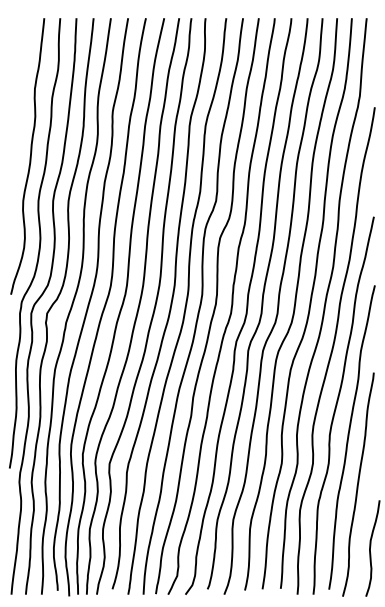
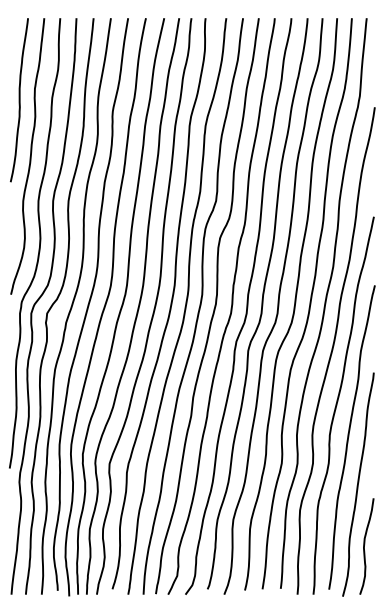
curve at (19, 100): none -> present
curve at (370, 548) position: (370, 548) -> (364, 546)
